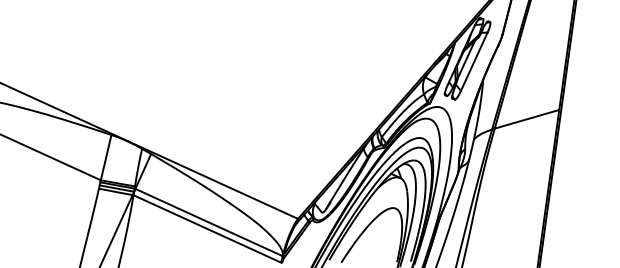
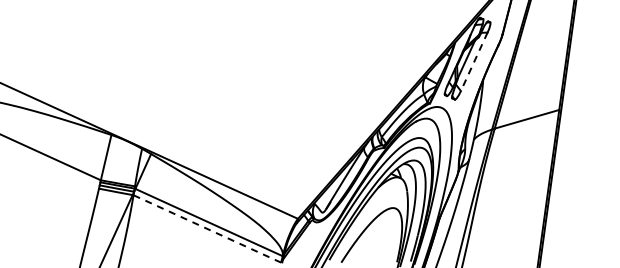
line at (474, 62): solid -> dashed
line at (206, 228): solid -> dashed
